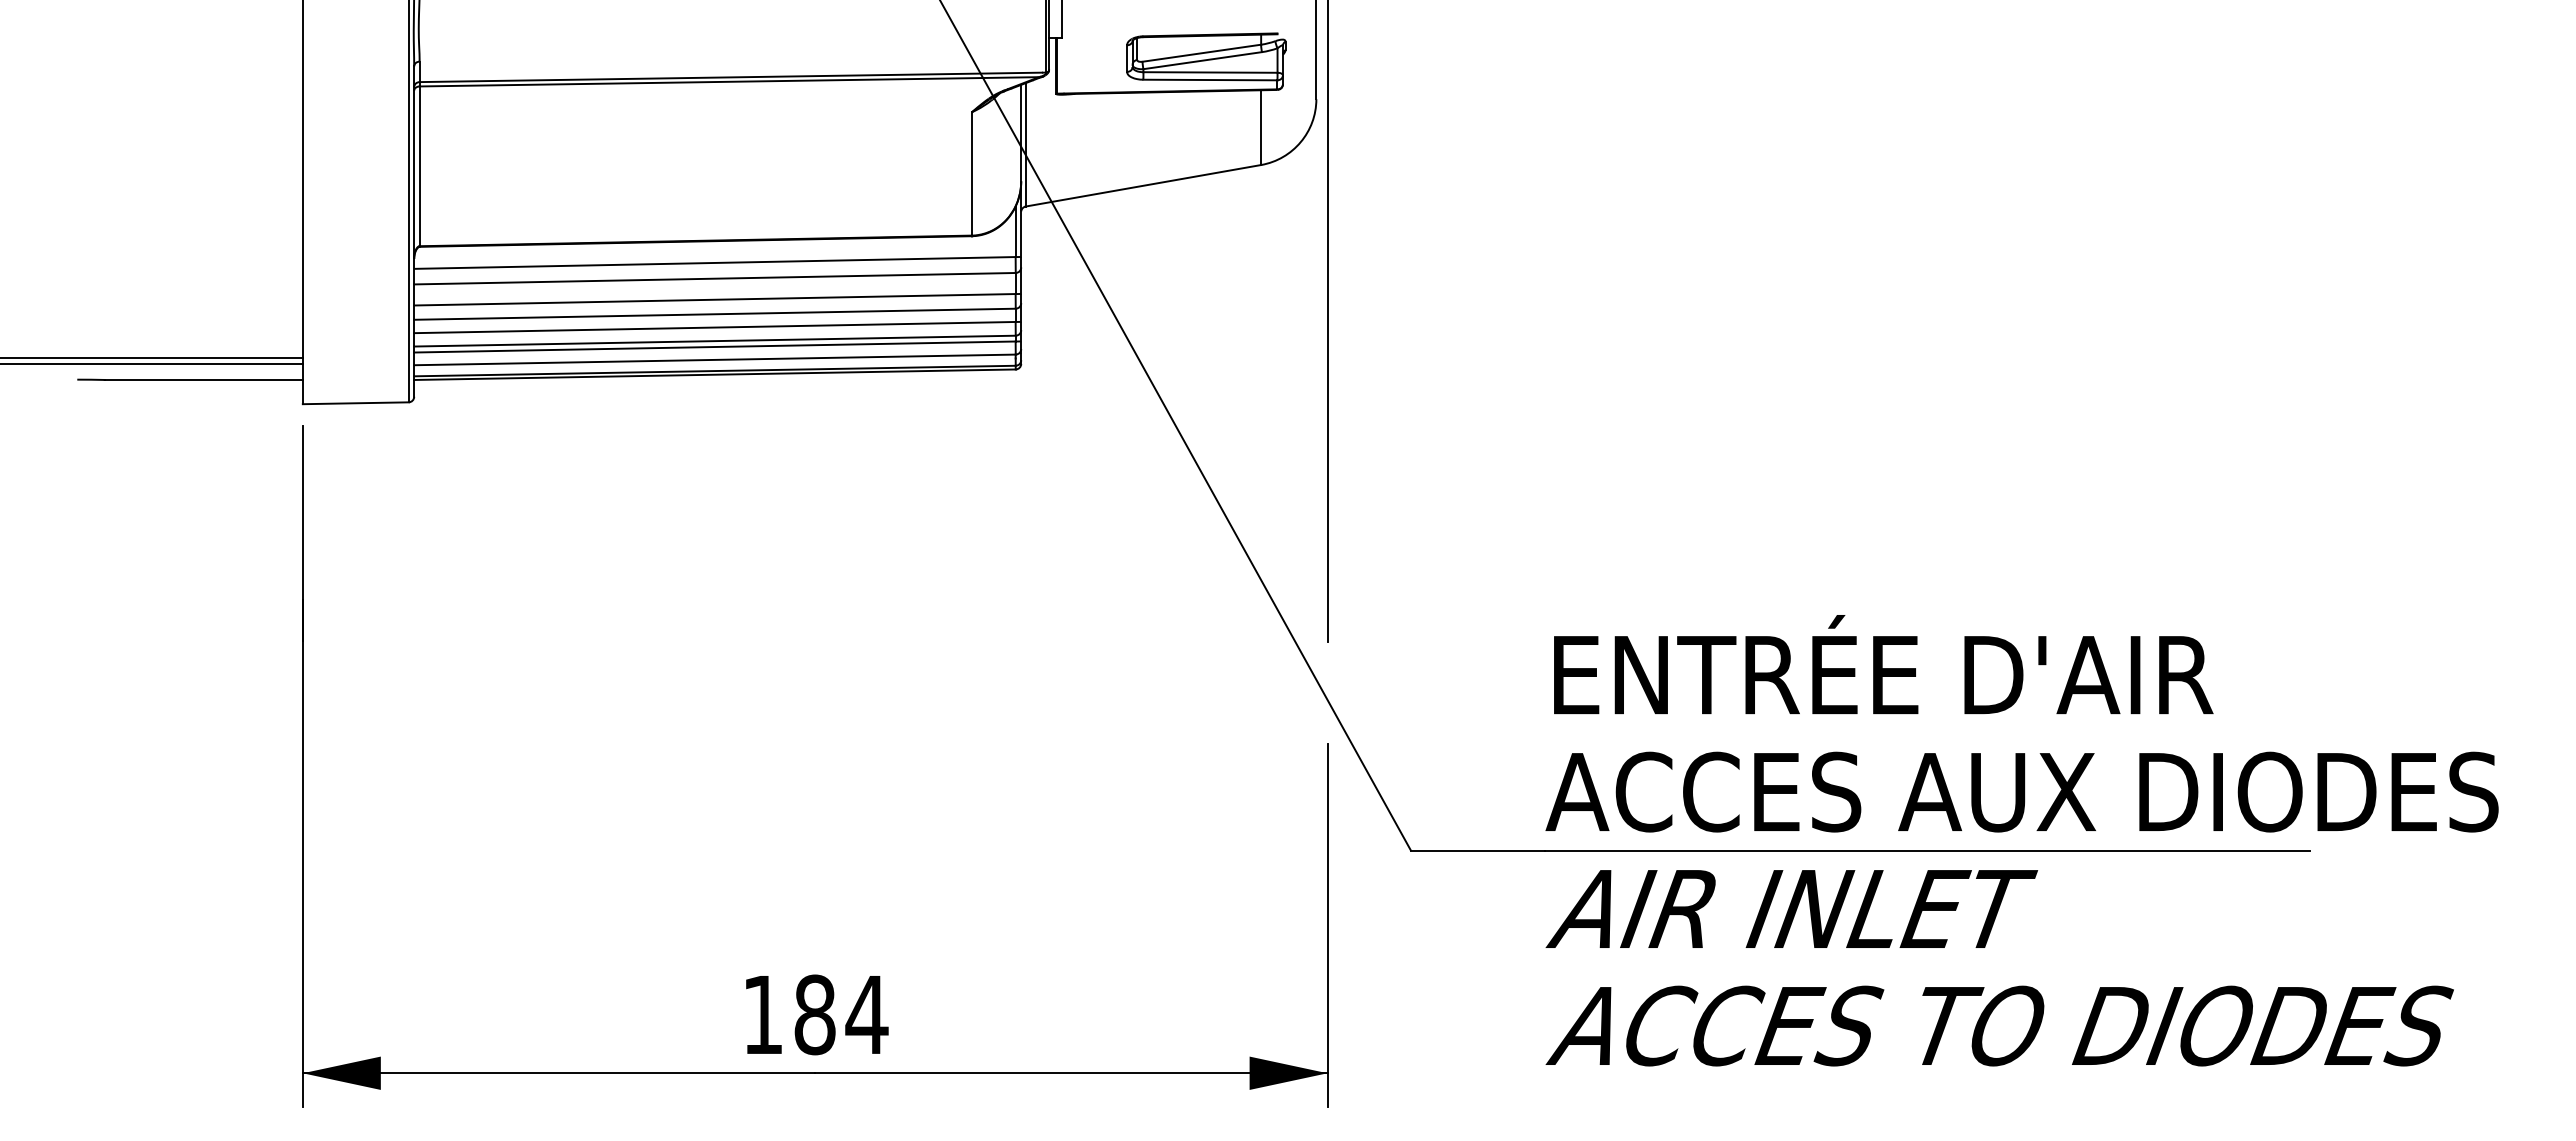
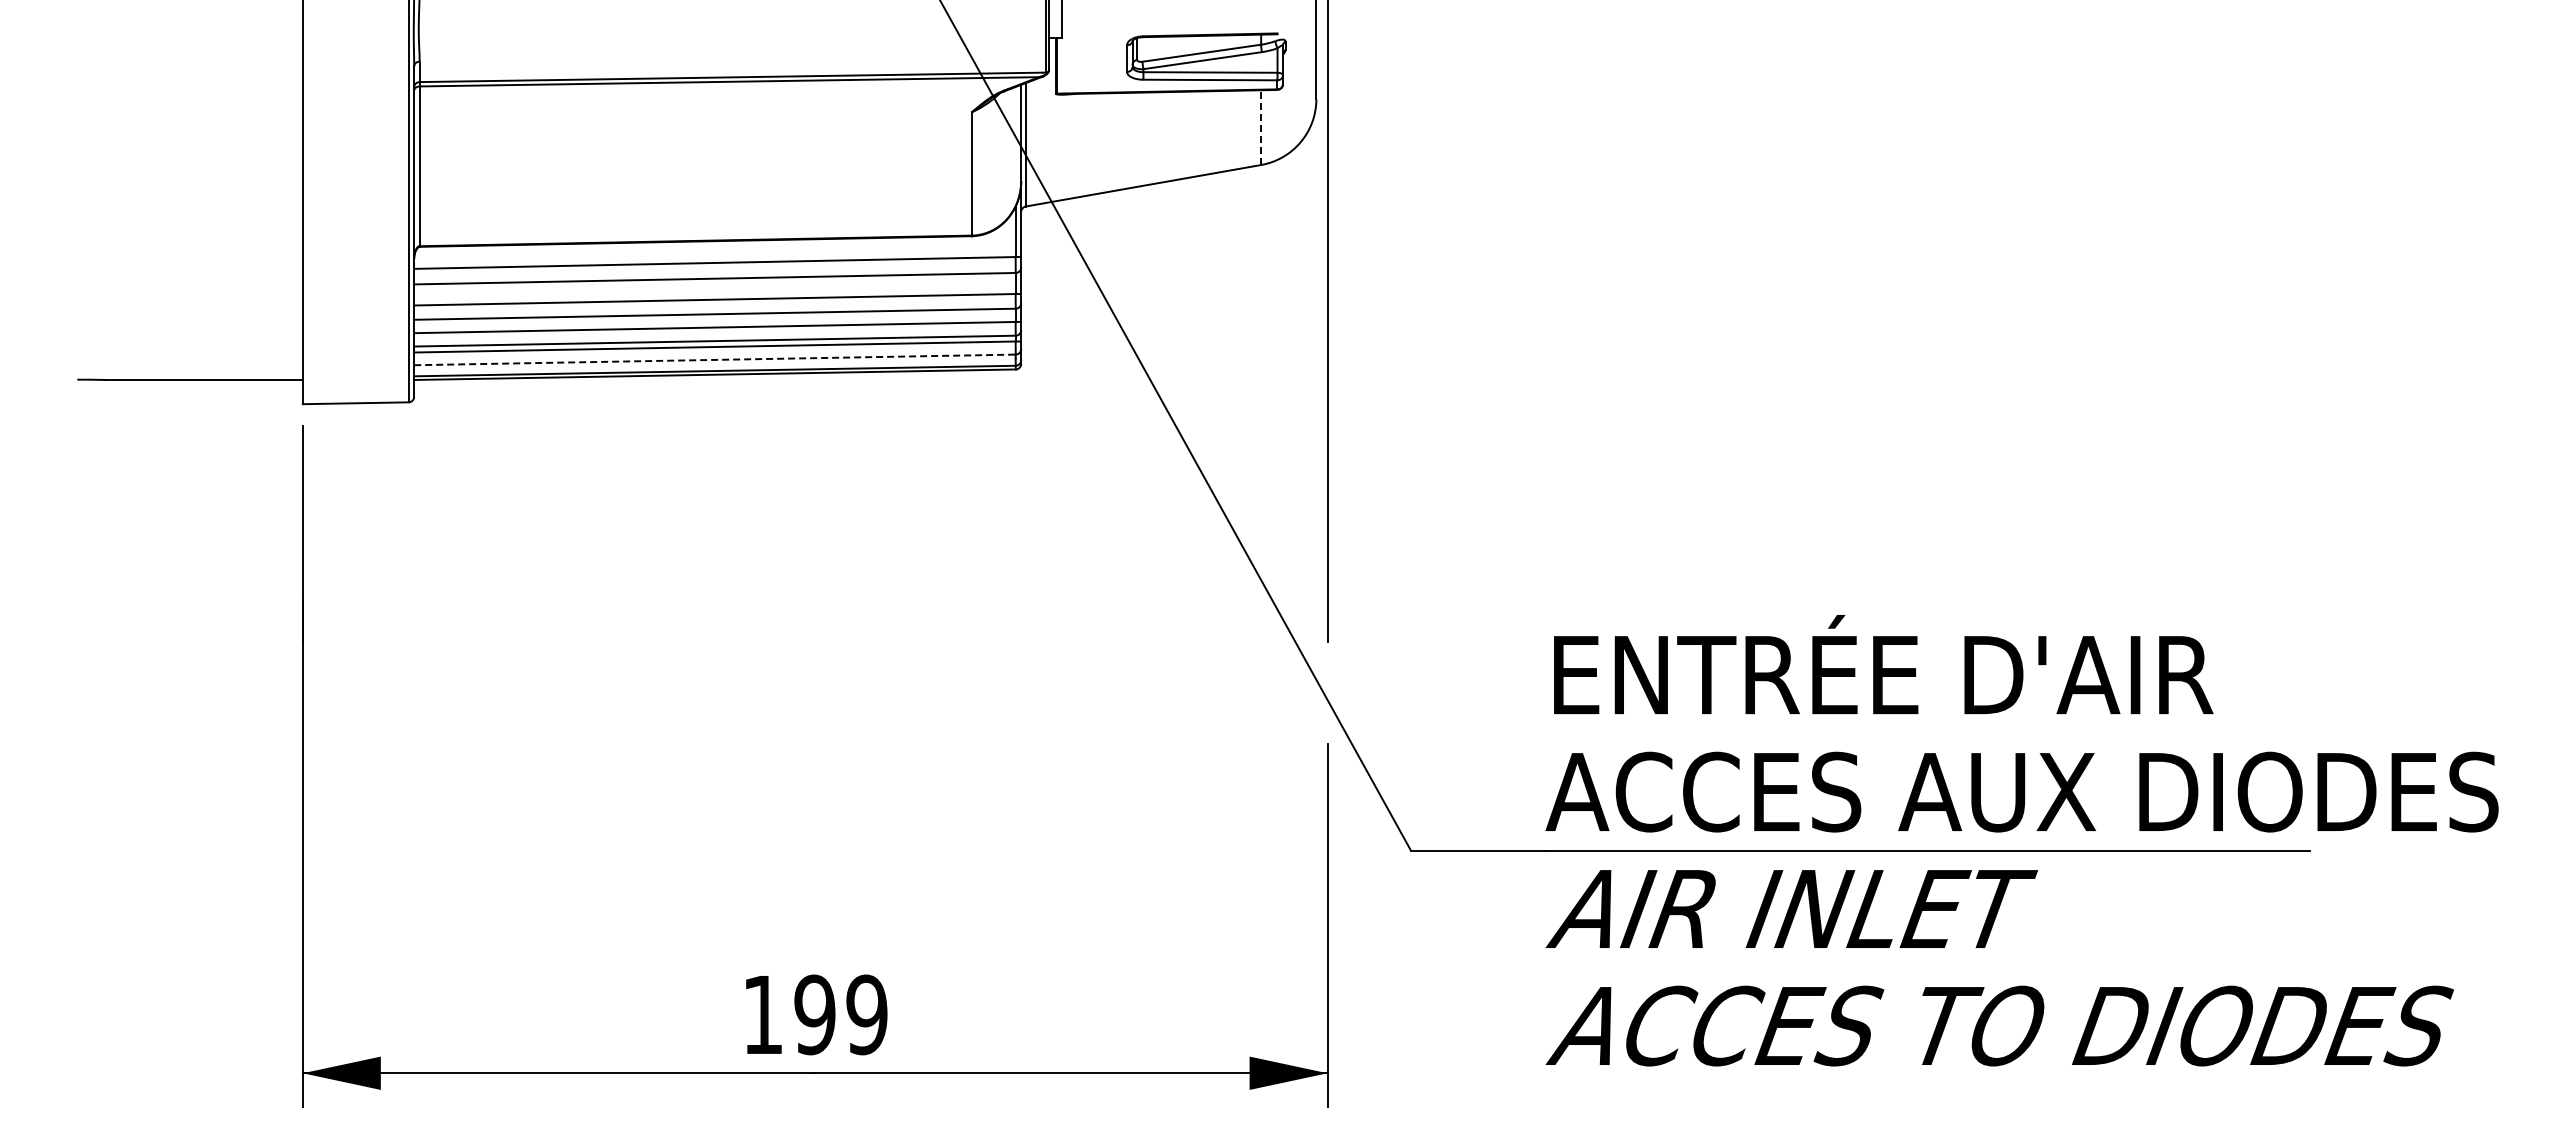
line at (1261, 127): solid -> dashed
line at (152, 357): present -> none
line at (714, 359): solid -> dashed
line at (152, 364): present -> none
text at (841, 1014): 184 -> 199
